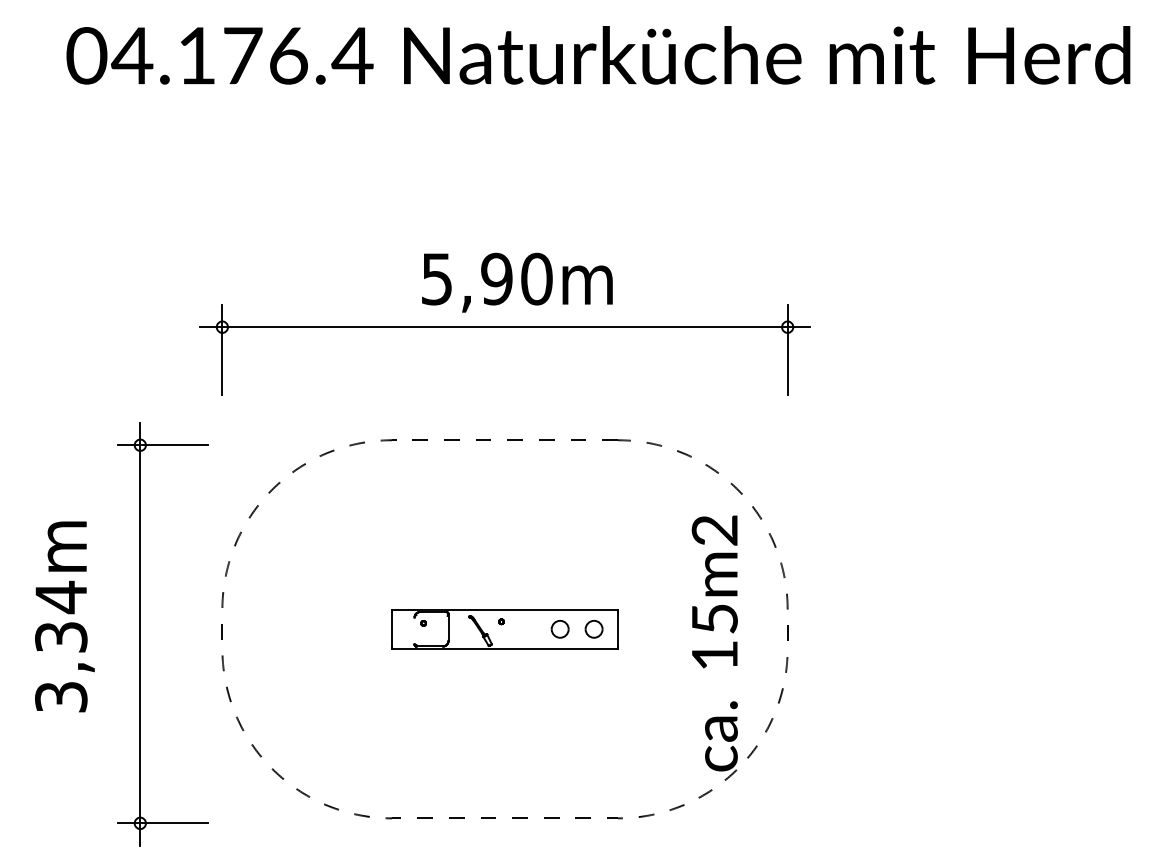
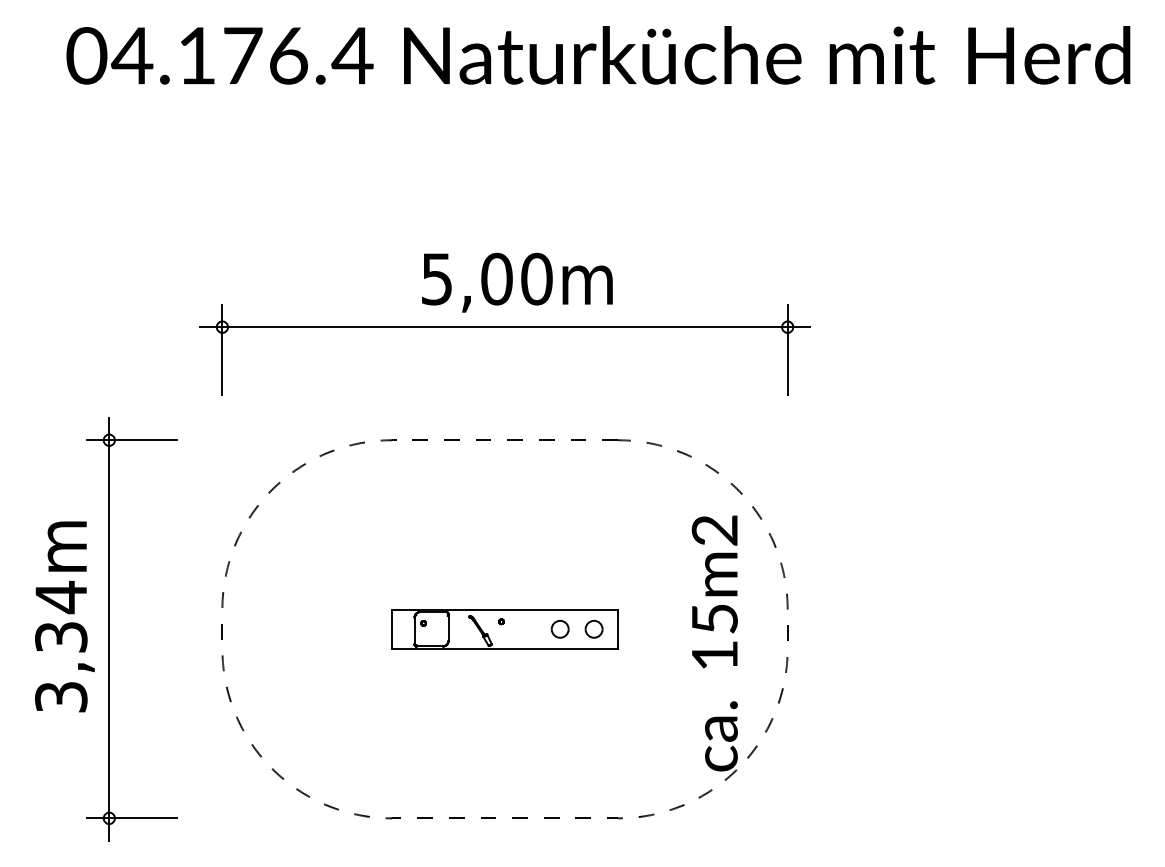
text at (496, 279): 5,90m -> 5,00m
line at (414, 630): none -> present
part at (140, 634) position: (140, 634) -> (109, 629)
